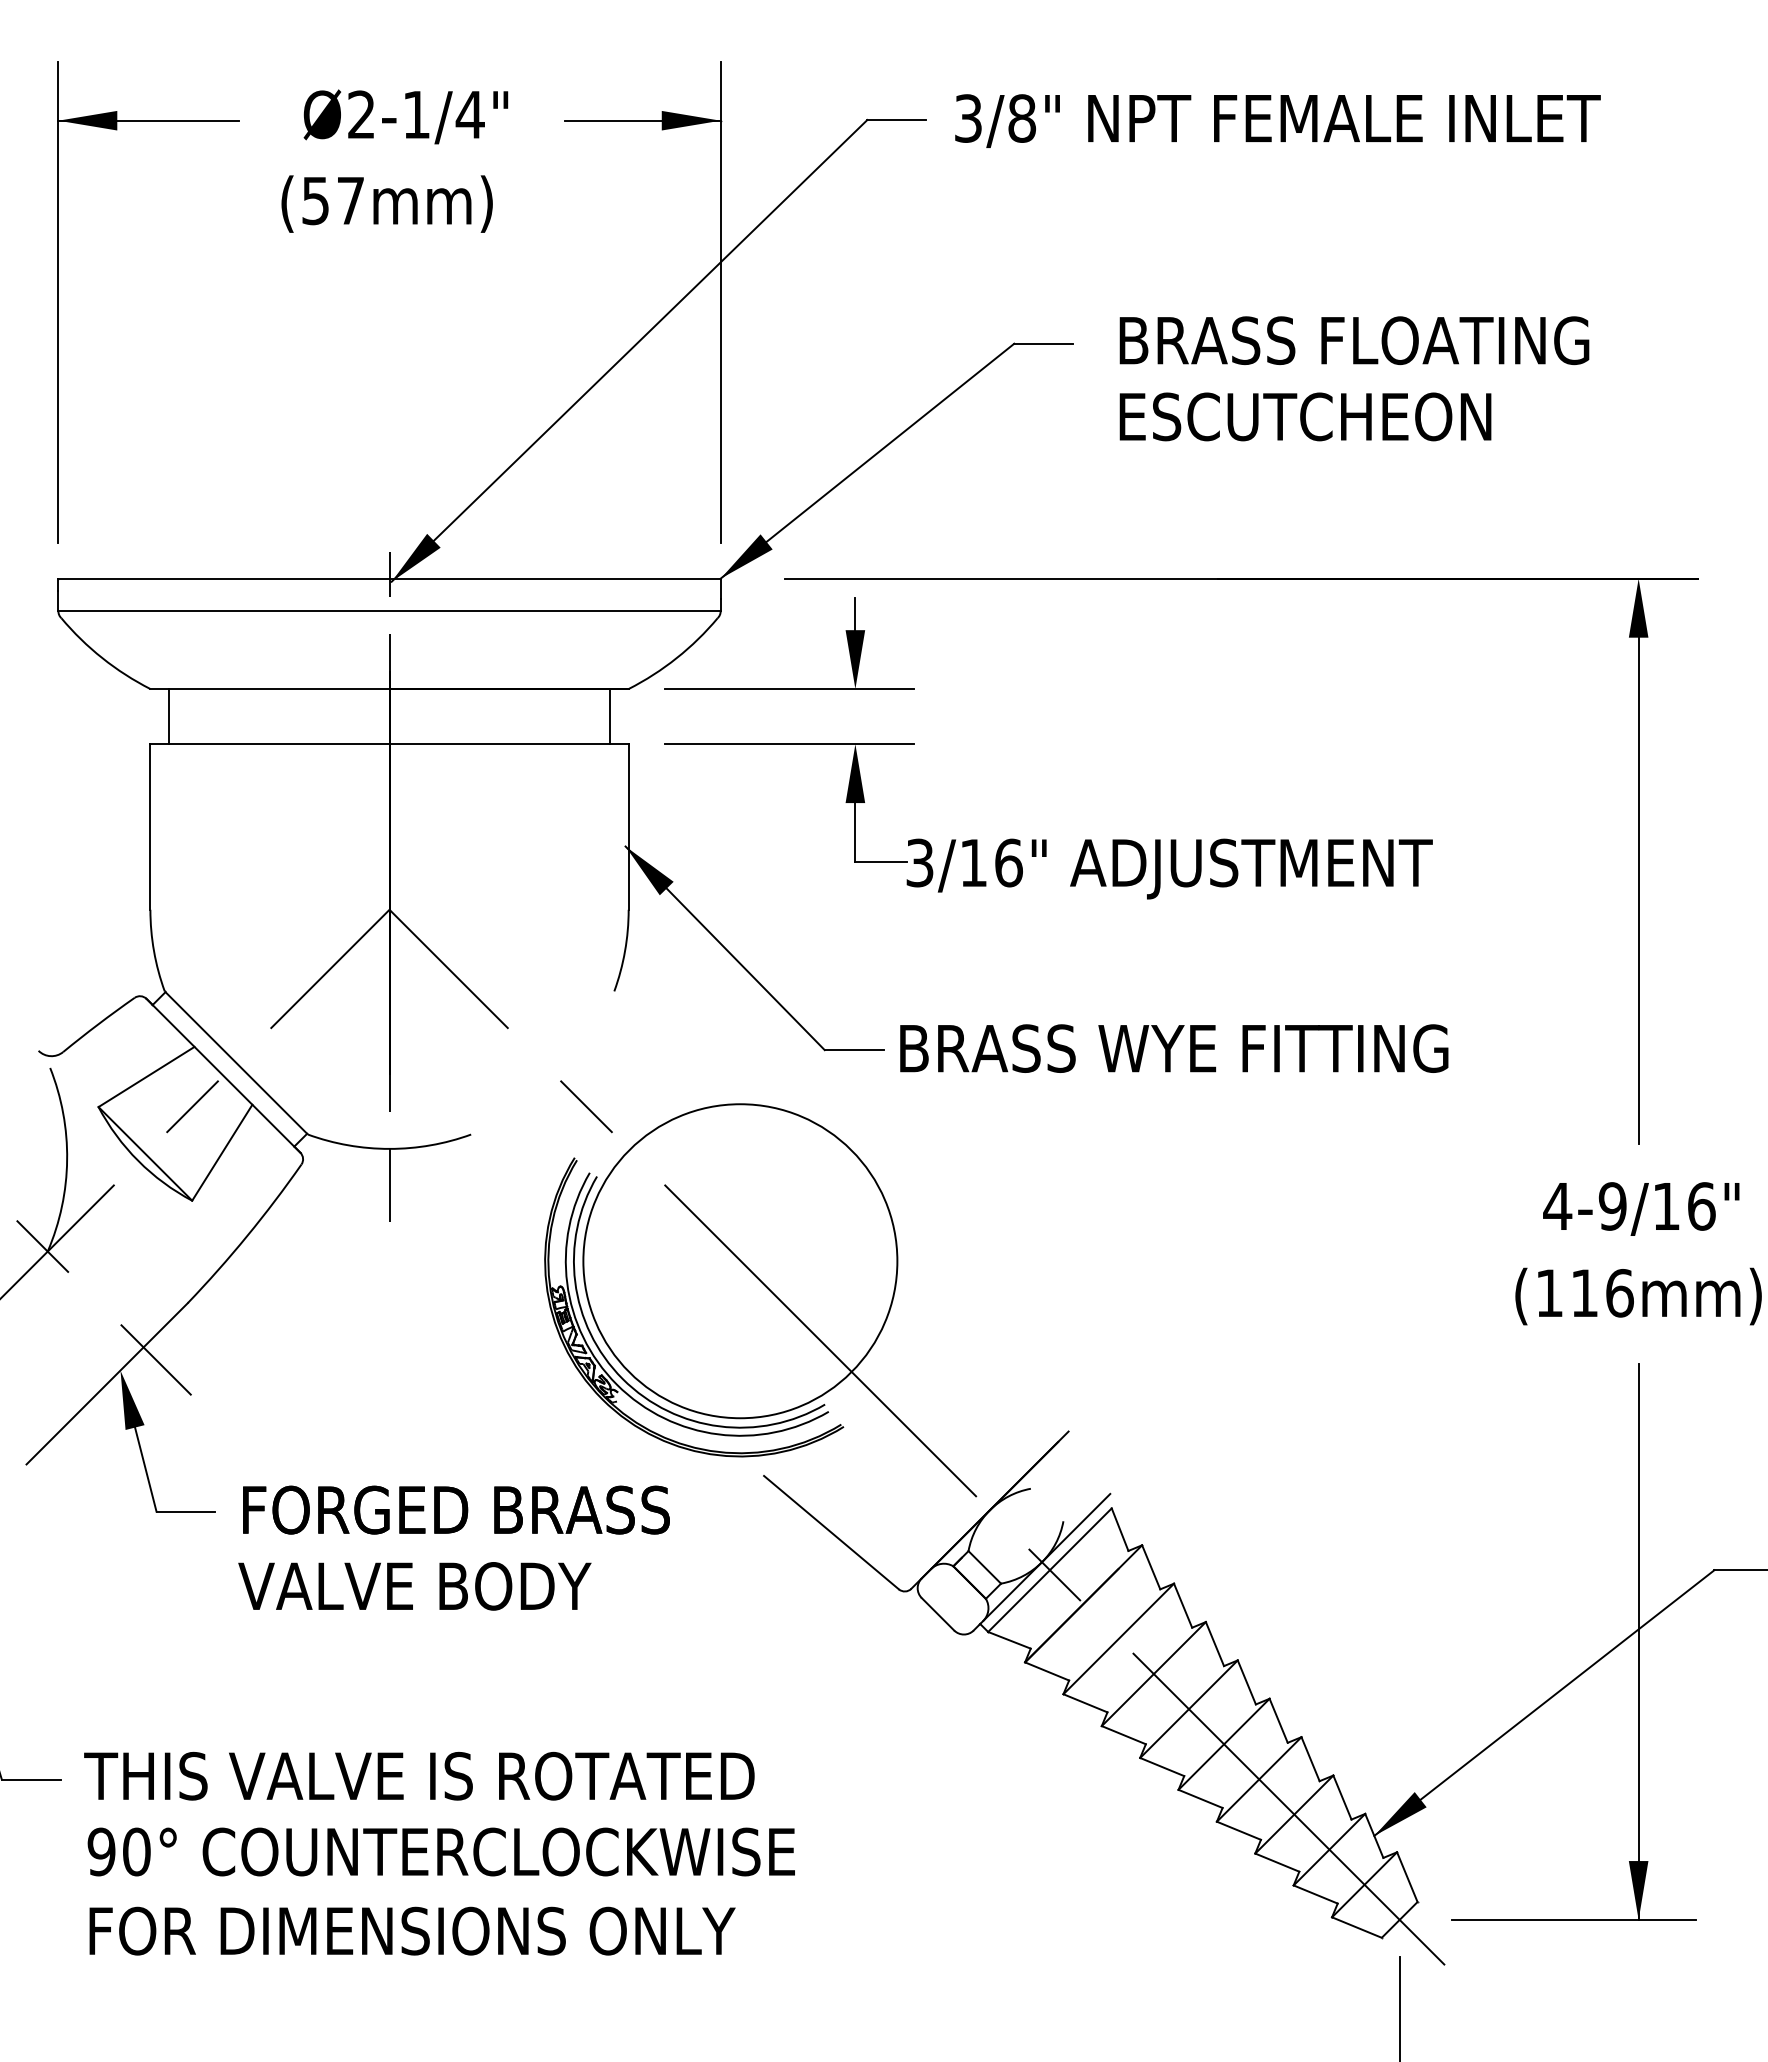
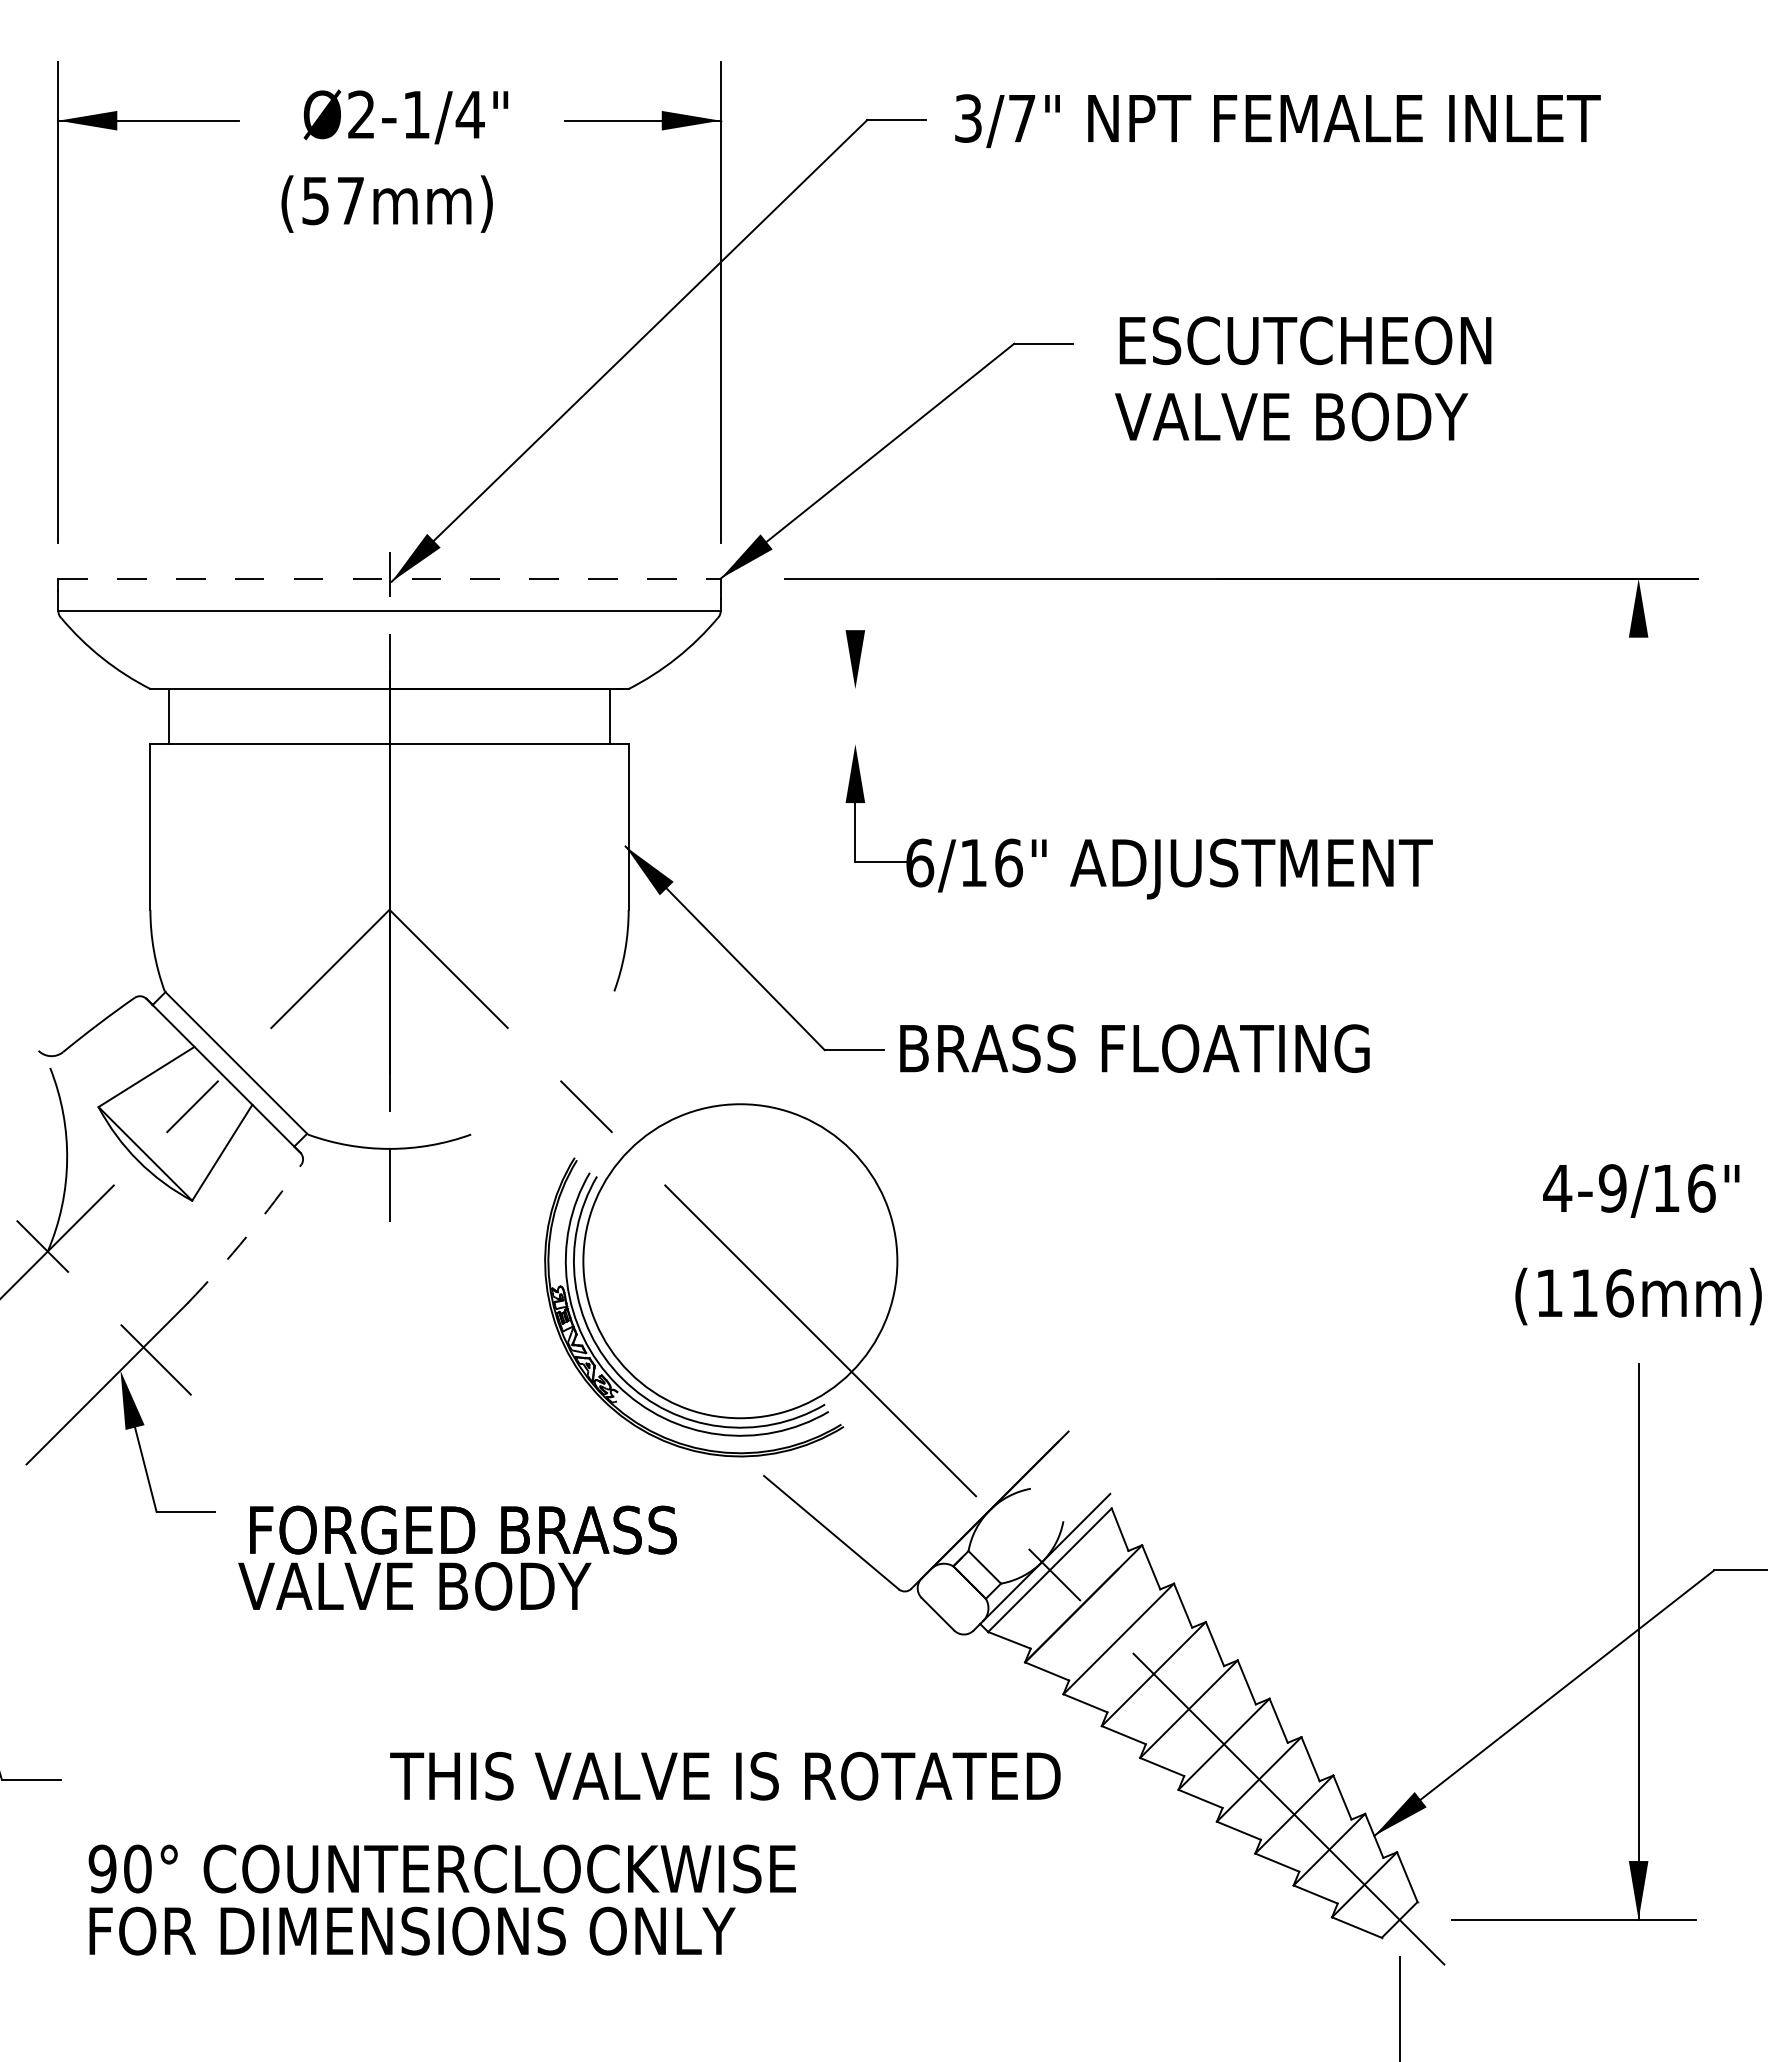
text at (1022, 118): 3/8" -> 3/7"
text at (1357, 340): BRASS FLOATING -> ESCUTCHEON
text at (1303, 416): ESCUTCHEON -> VALVE BODY
line at (390, 578): solid -> dashed
line at (855, 613): present -> none
line at (789, 689): present -> none
line at (789, 744): present -> none
text at (920, 862): 3/16" -> 6/16"
line at (1638, 890): present -> none
text at (1273, 1048): BRASS WYE FITTING -> BRASS FLOATING
text at (1641, 1208) position: (1641, 1208) -> (1641, 1190)
arc at (247, 1235): solid -> dashed
text at (456, 1509) position: (456, 1509) -> (463, 1529)
text at (419, 1775) position: (419, 1775) -> (725, 1775)
text at (440, 1851) position: (440, 1851) -> (441, 1868)
